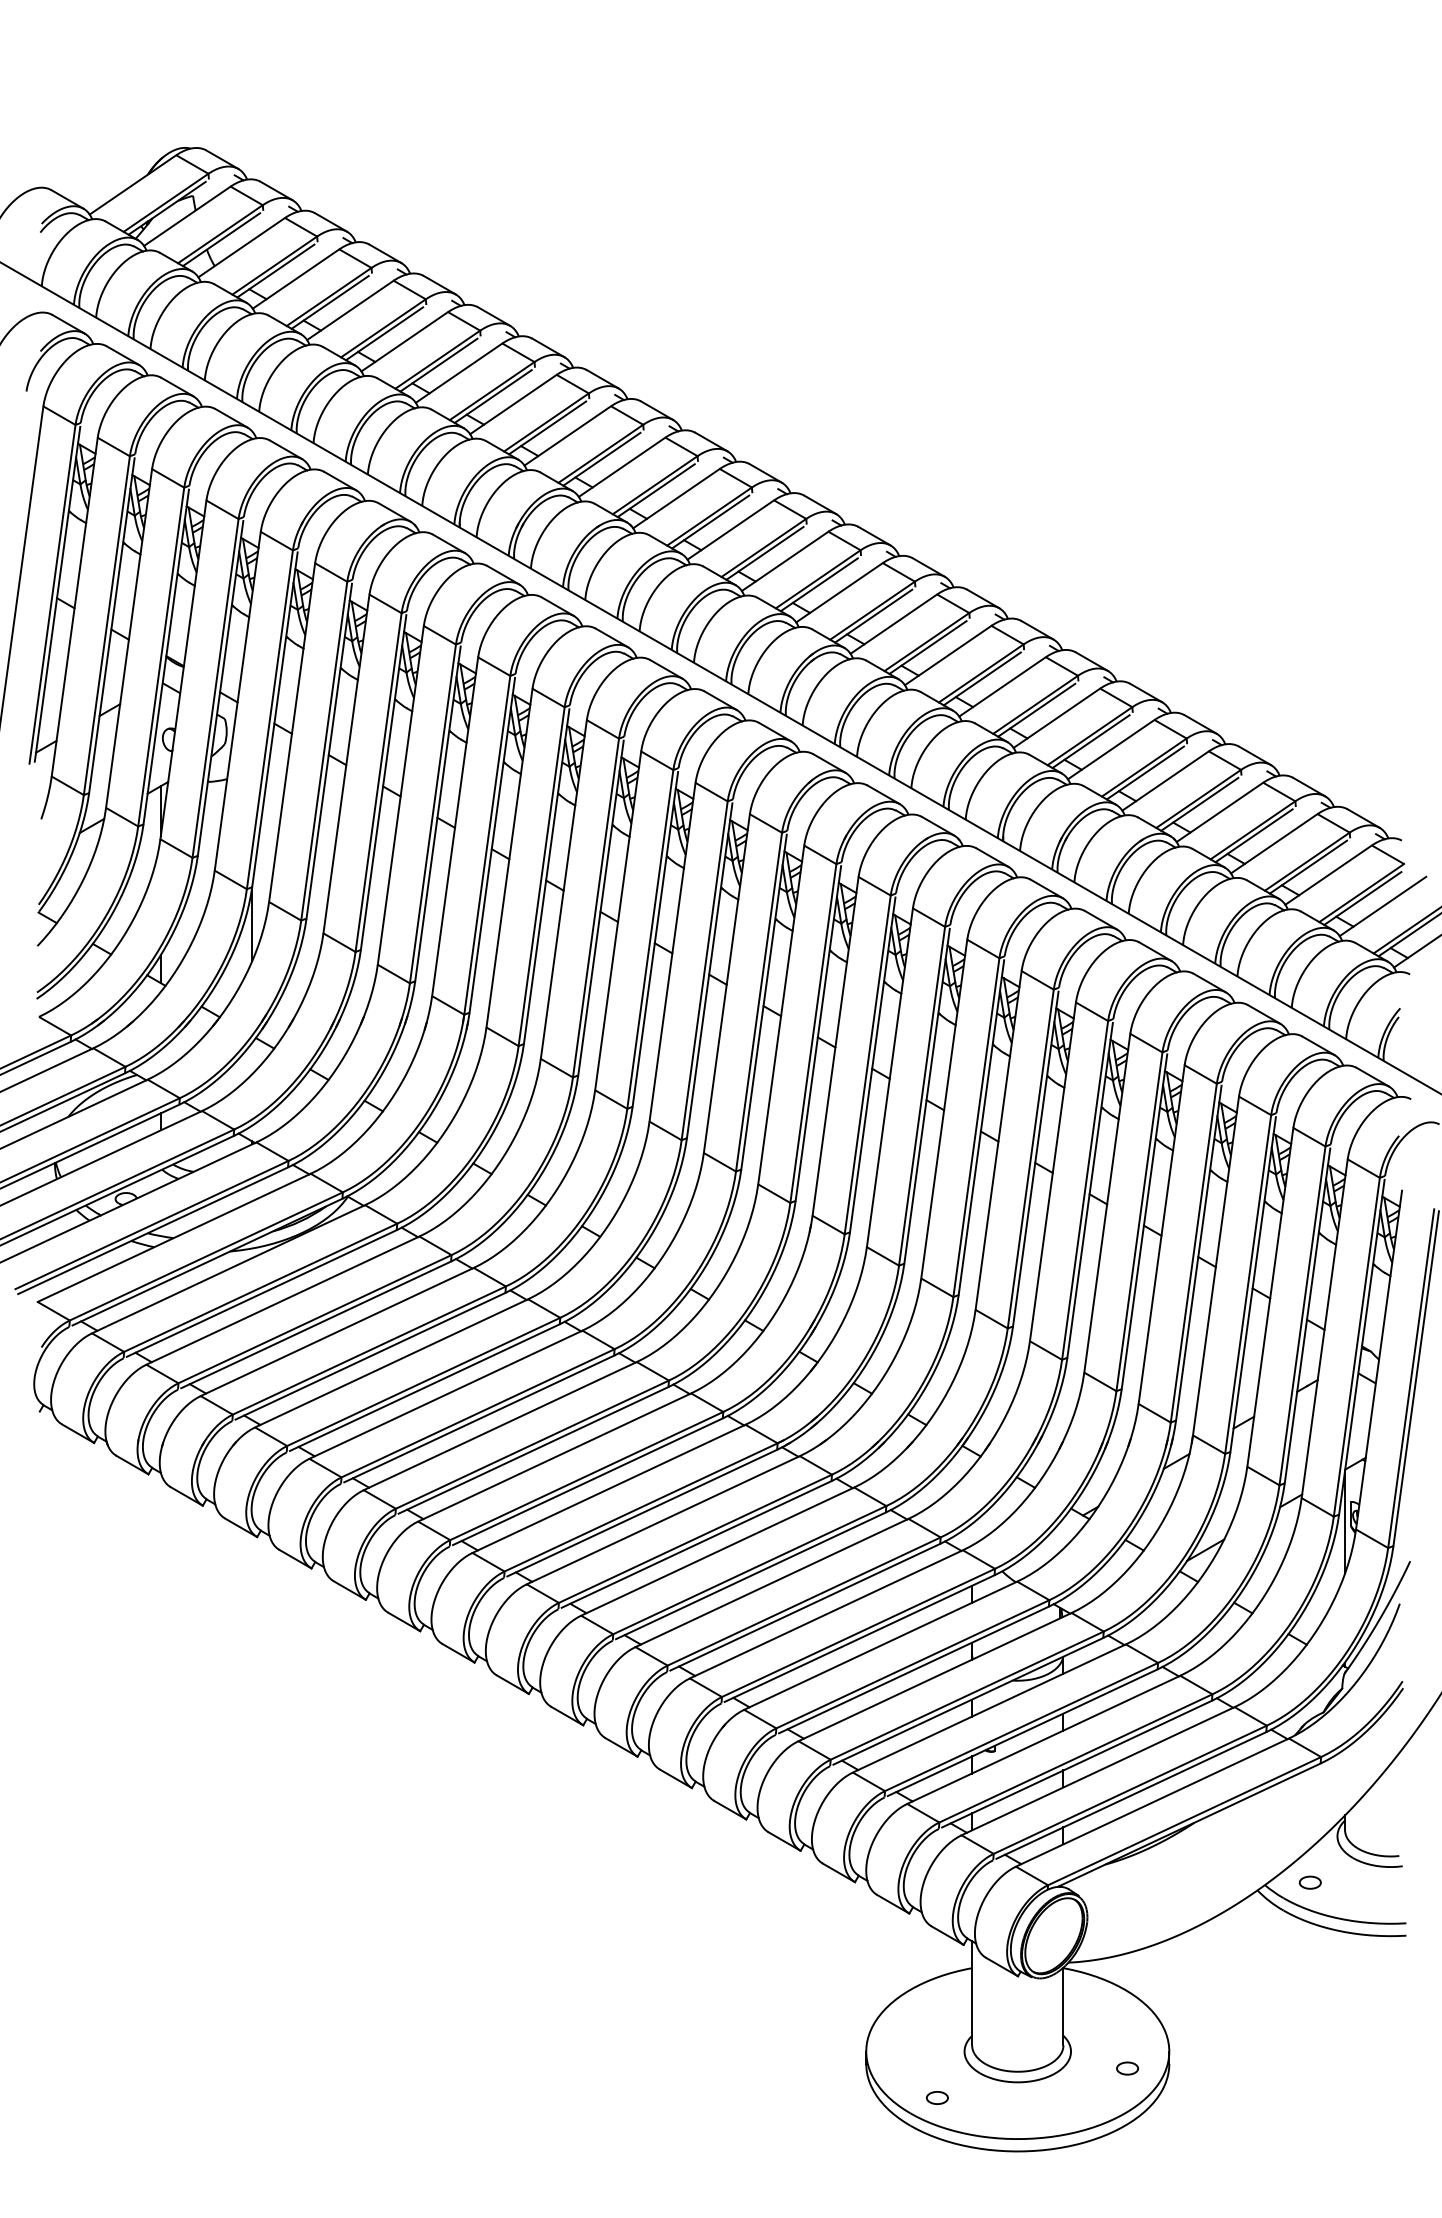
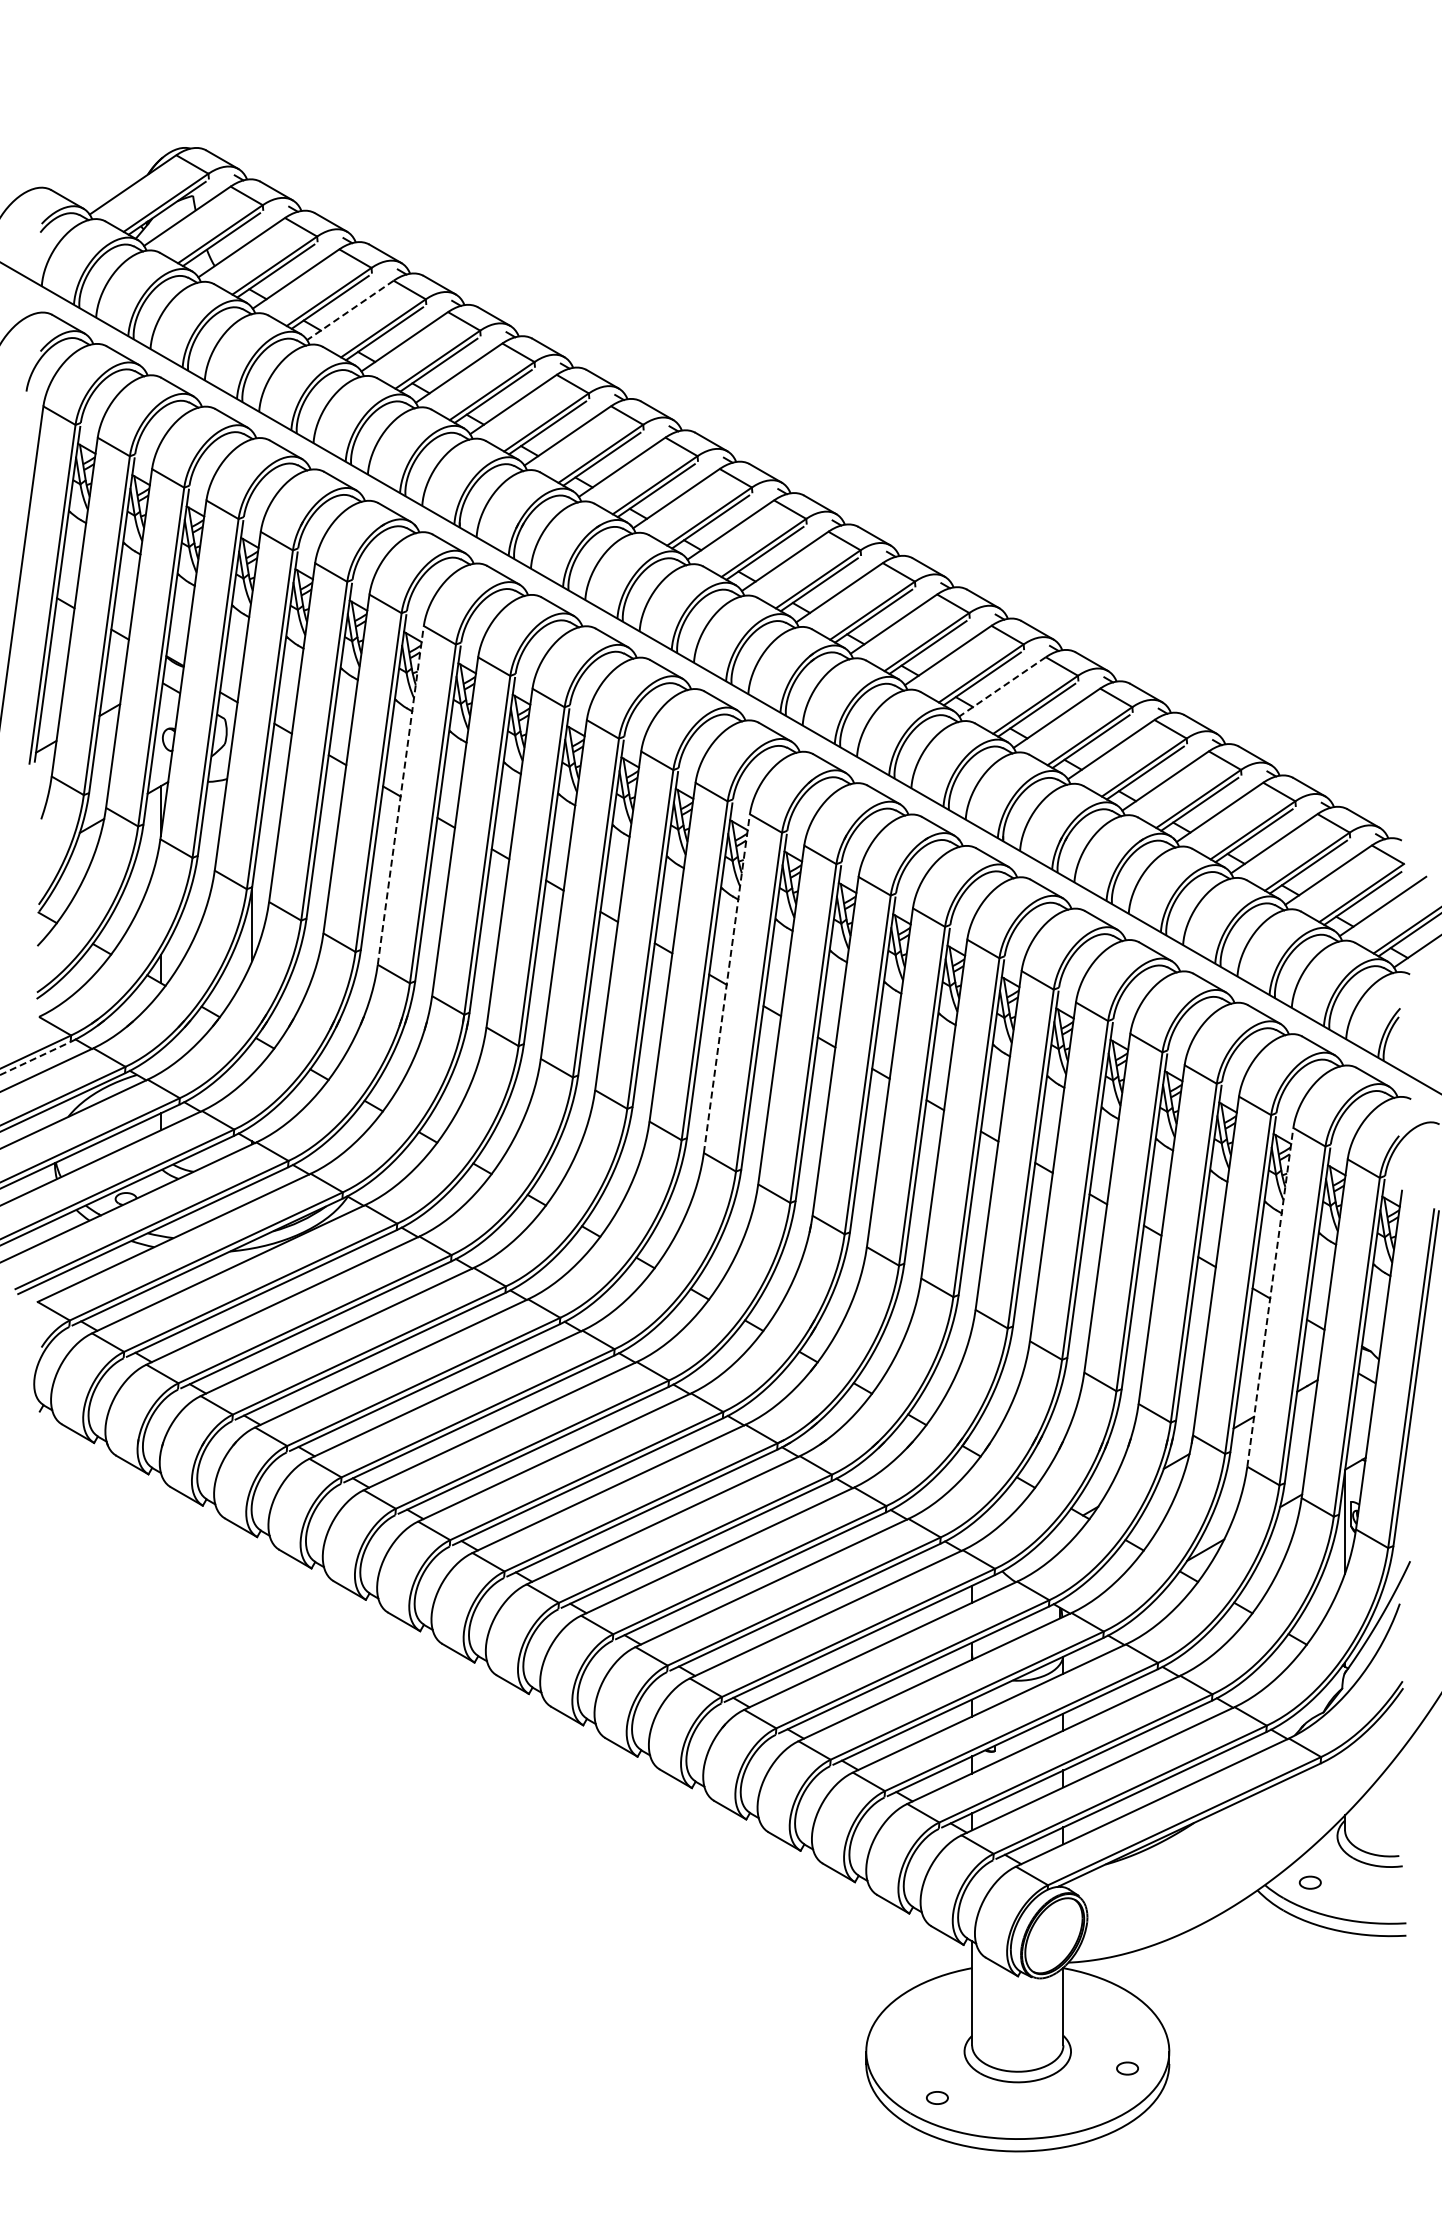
line at (350, 310): solid -> dashed
line at (1002, 687): solid -> dashed
line at (400, 795): solid -> dashed
line at (726, 983): solid -> dashed
line at (35, 1058): solid -> dashed
line at (1270, 1297): solid -> dashed
